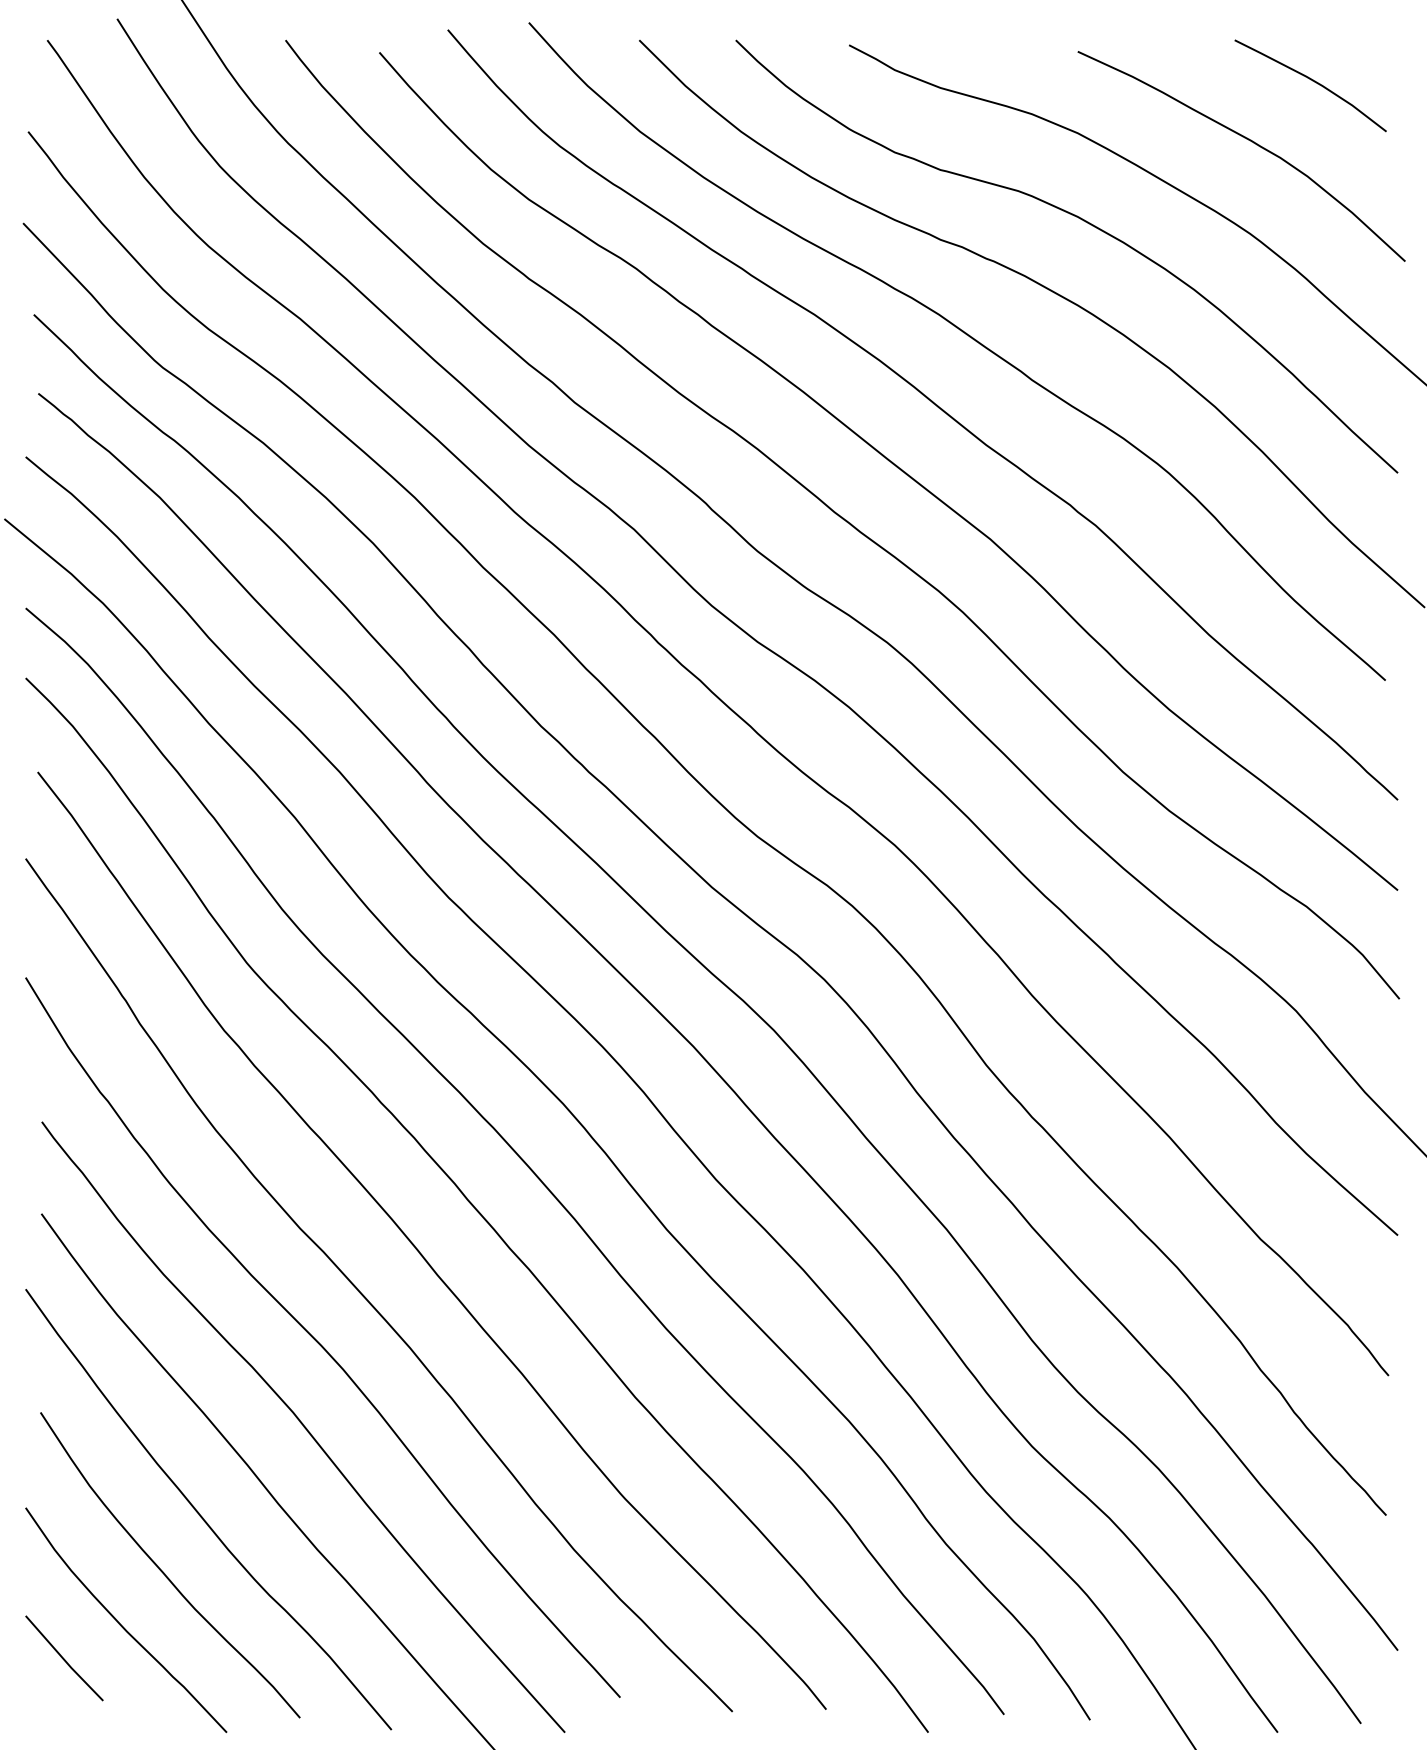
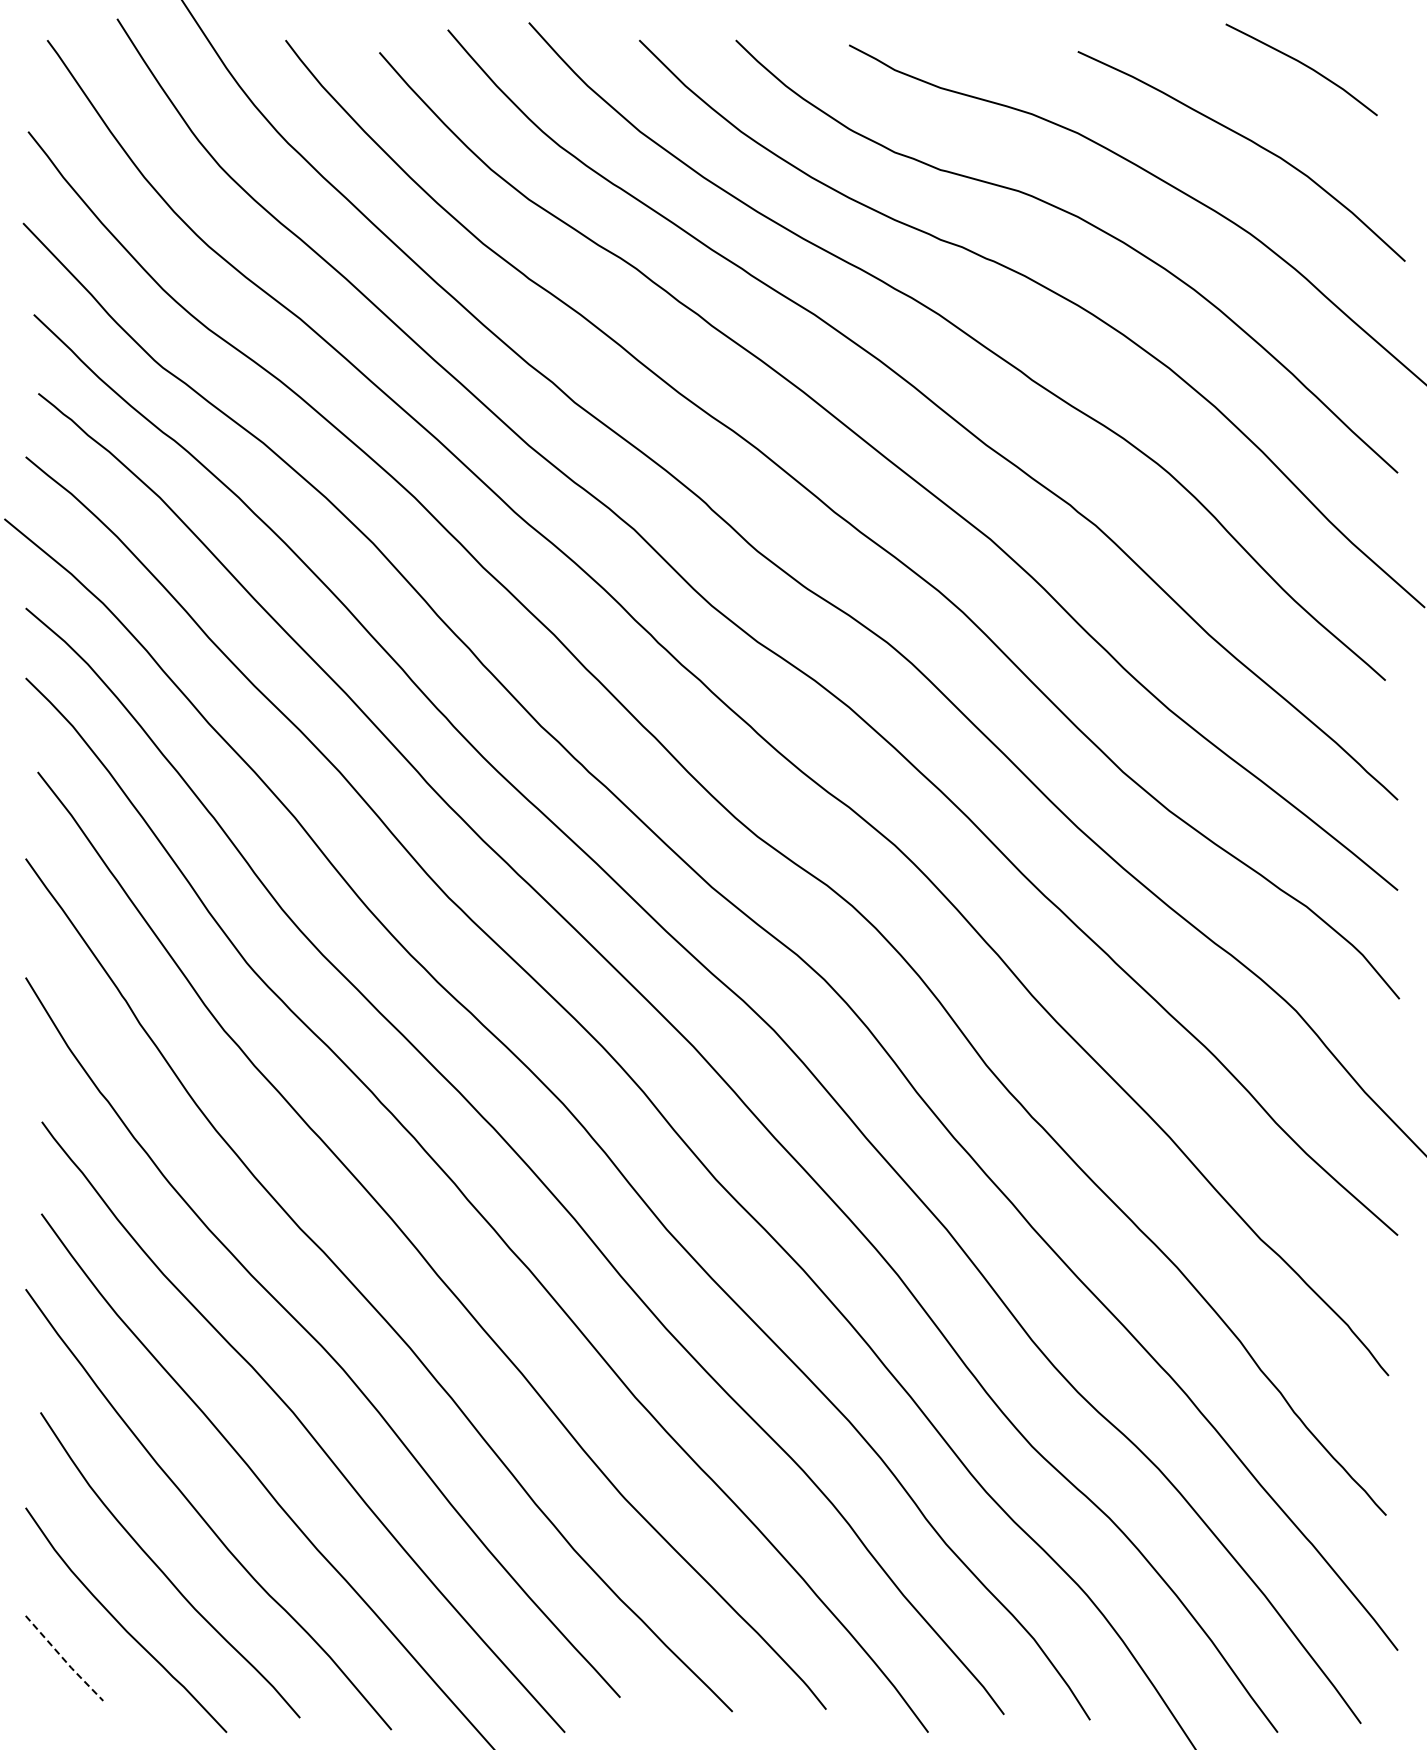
curve at (1312, 81) position: (1312, 81) -> (1303, 65)
line at (64, 1659): solid -> dashed
